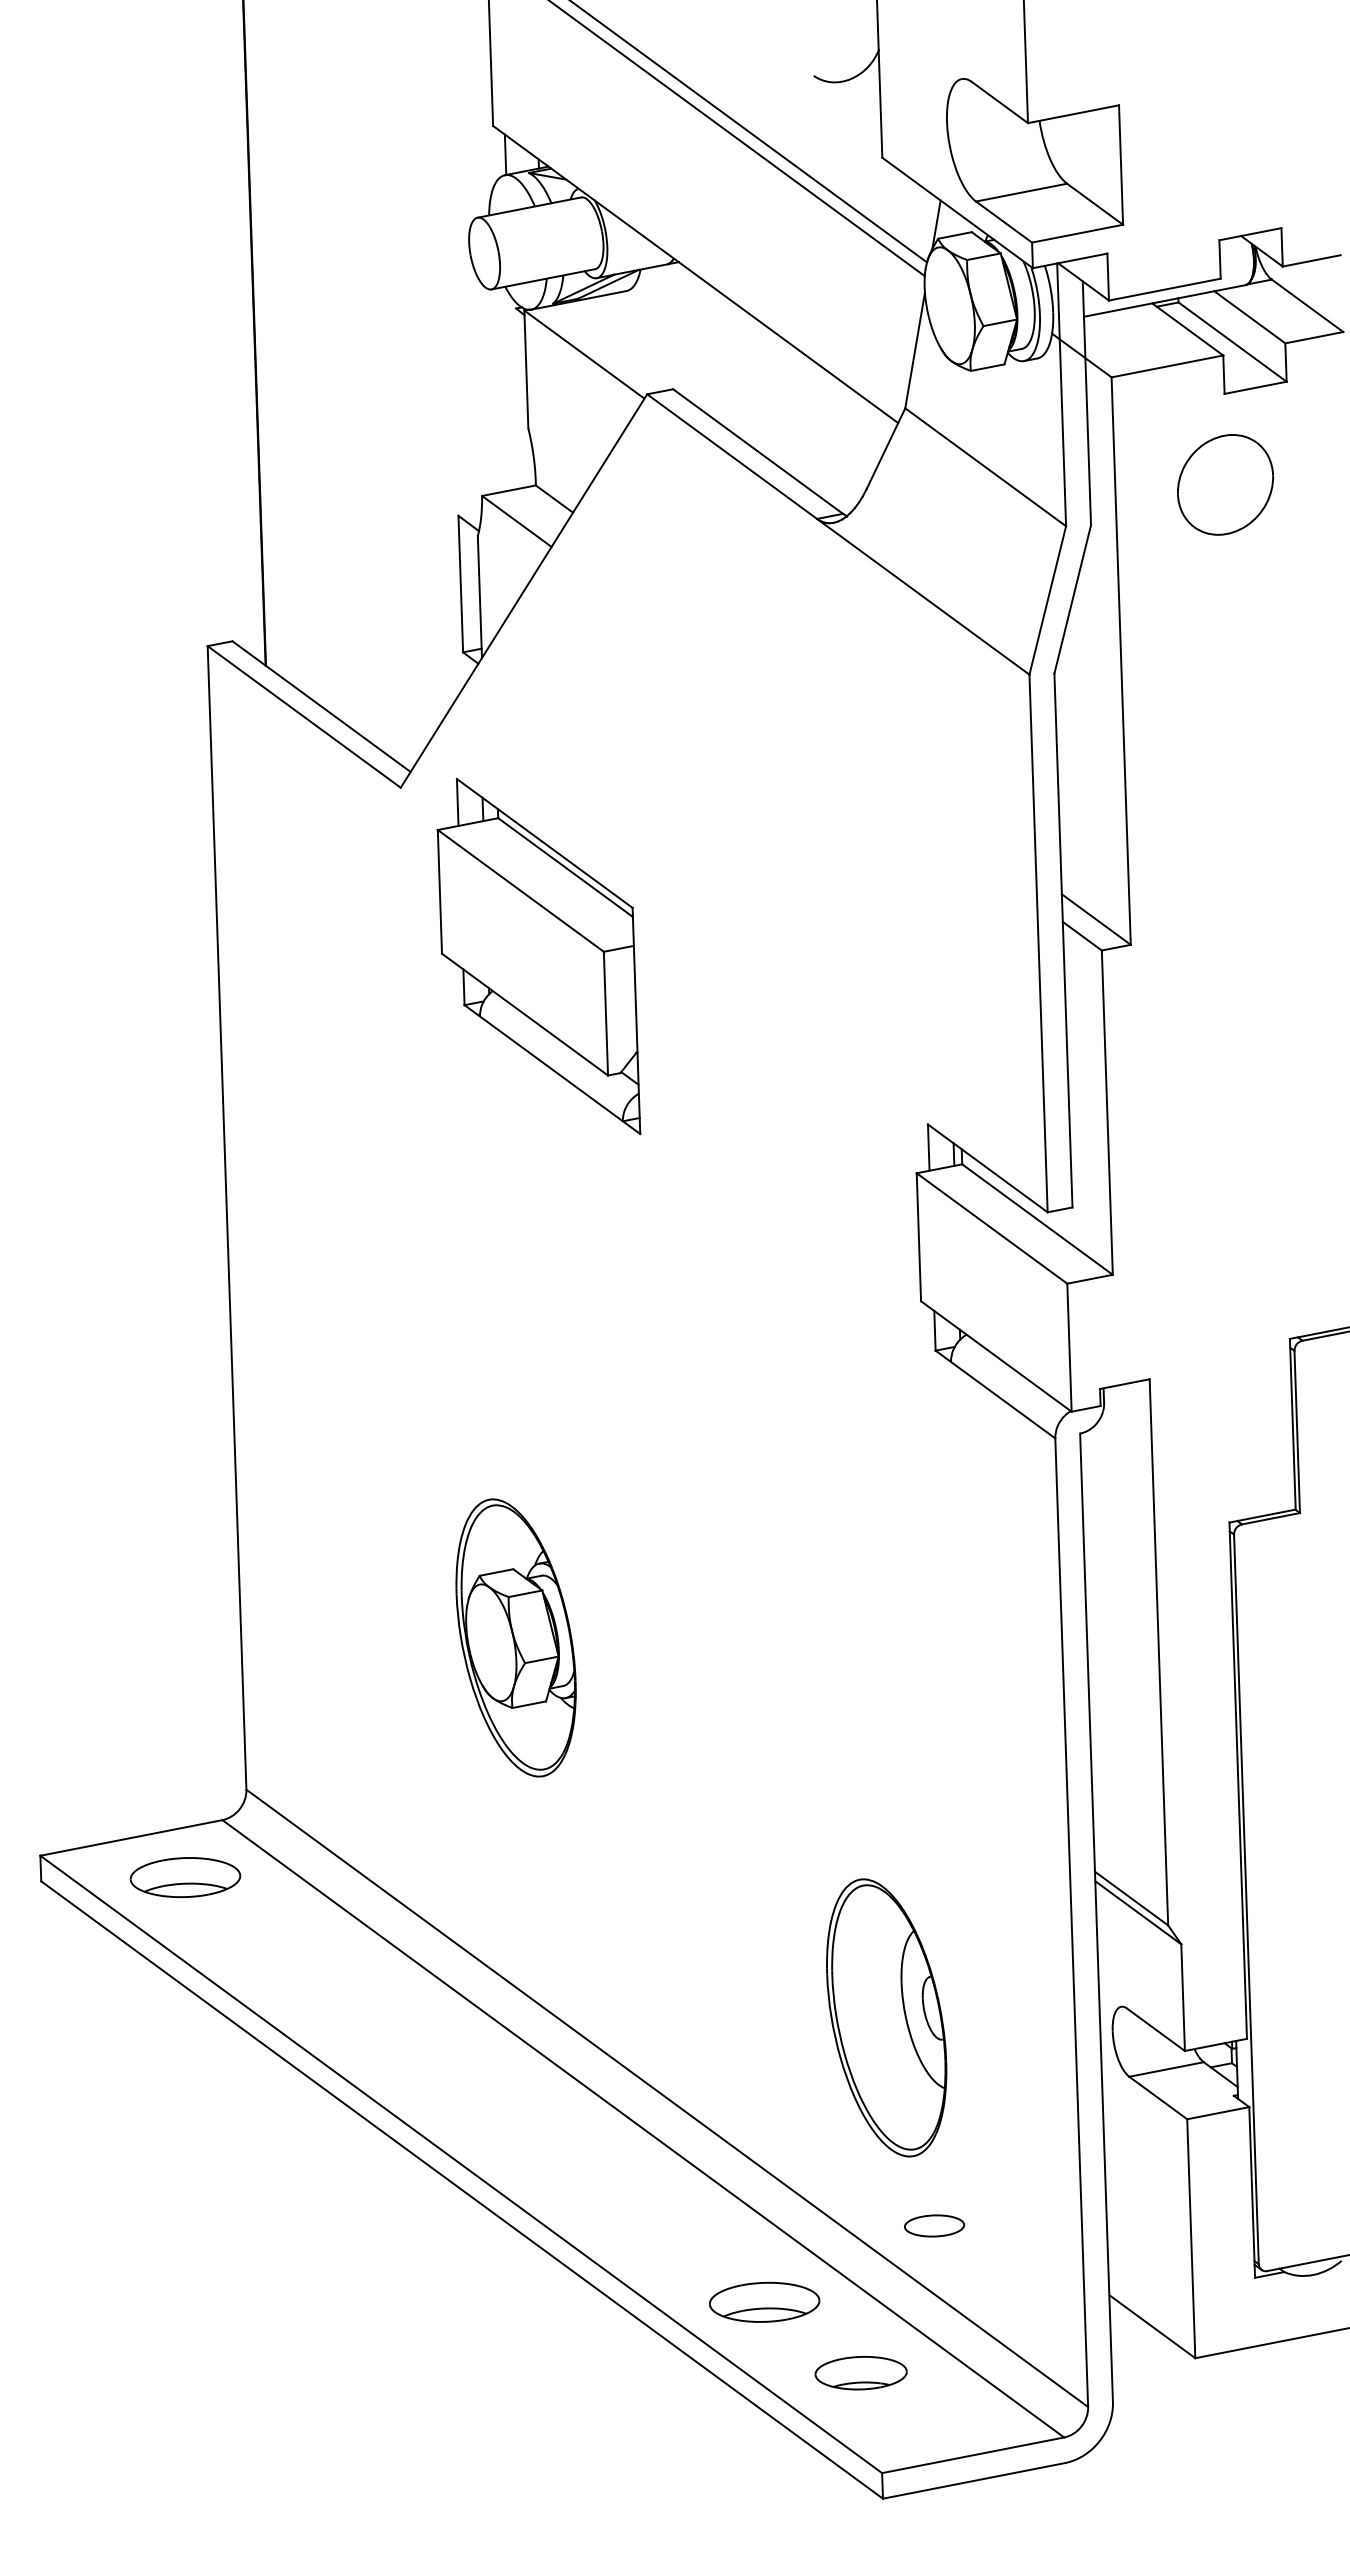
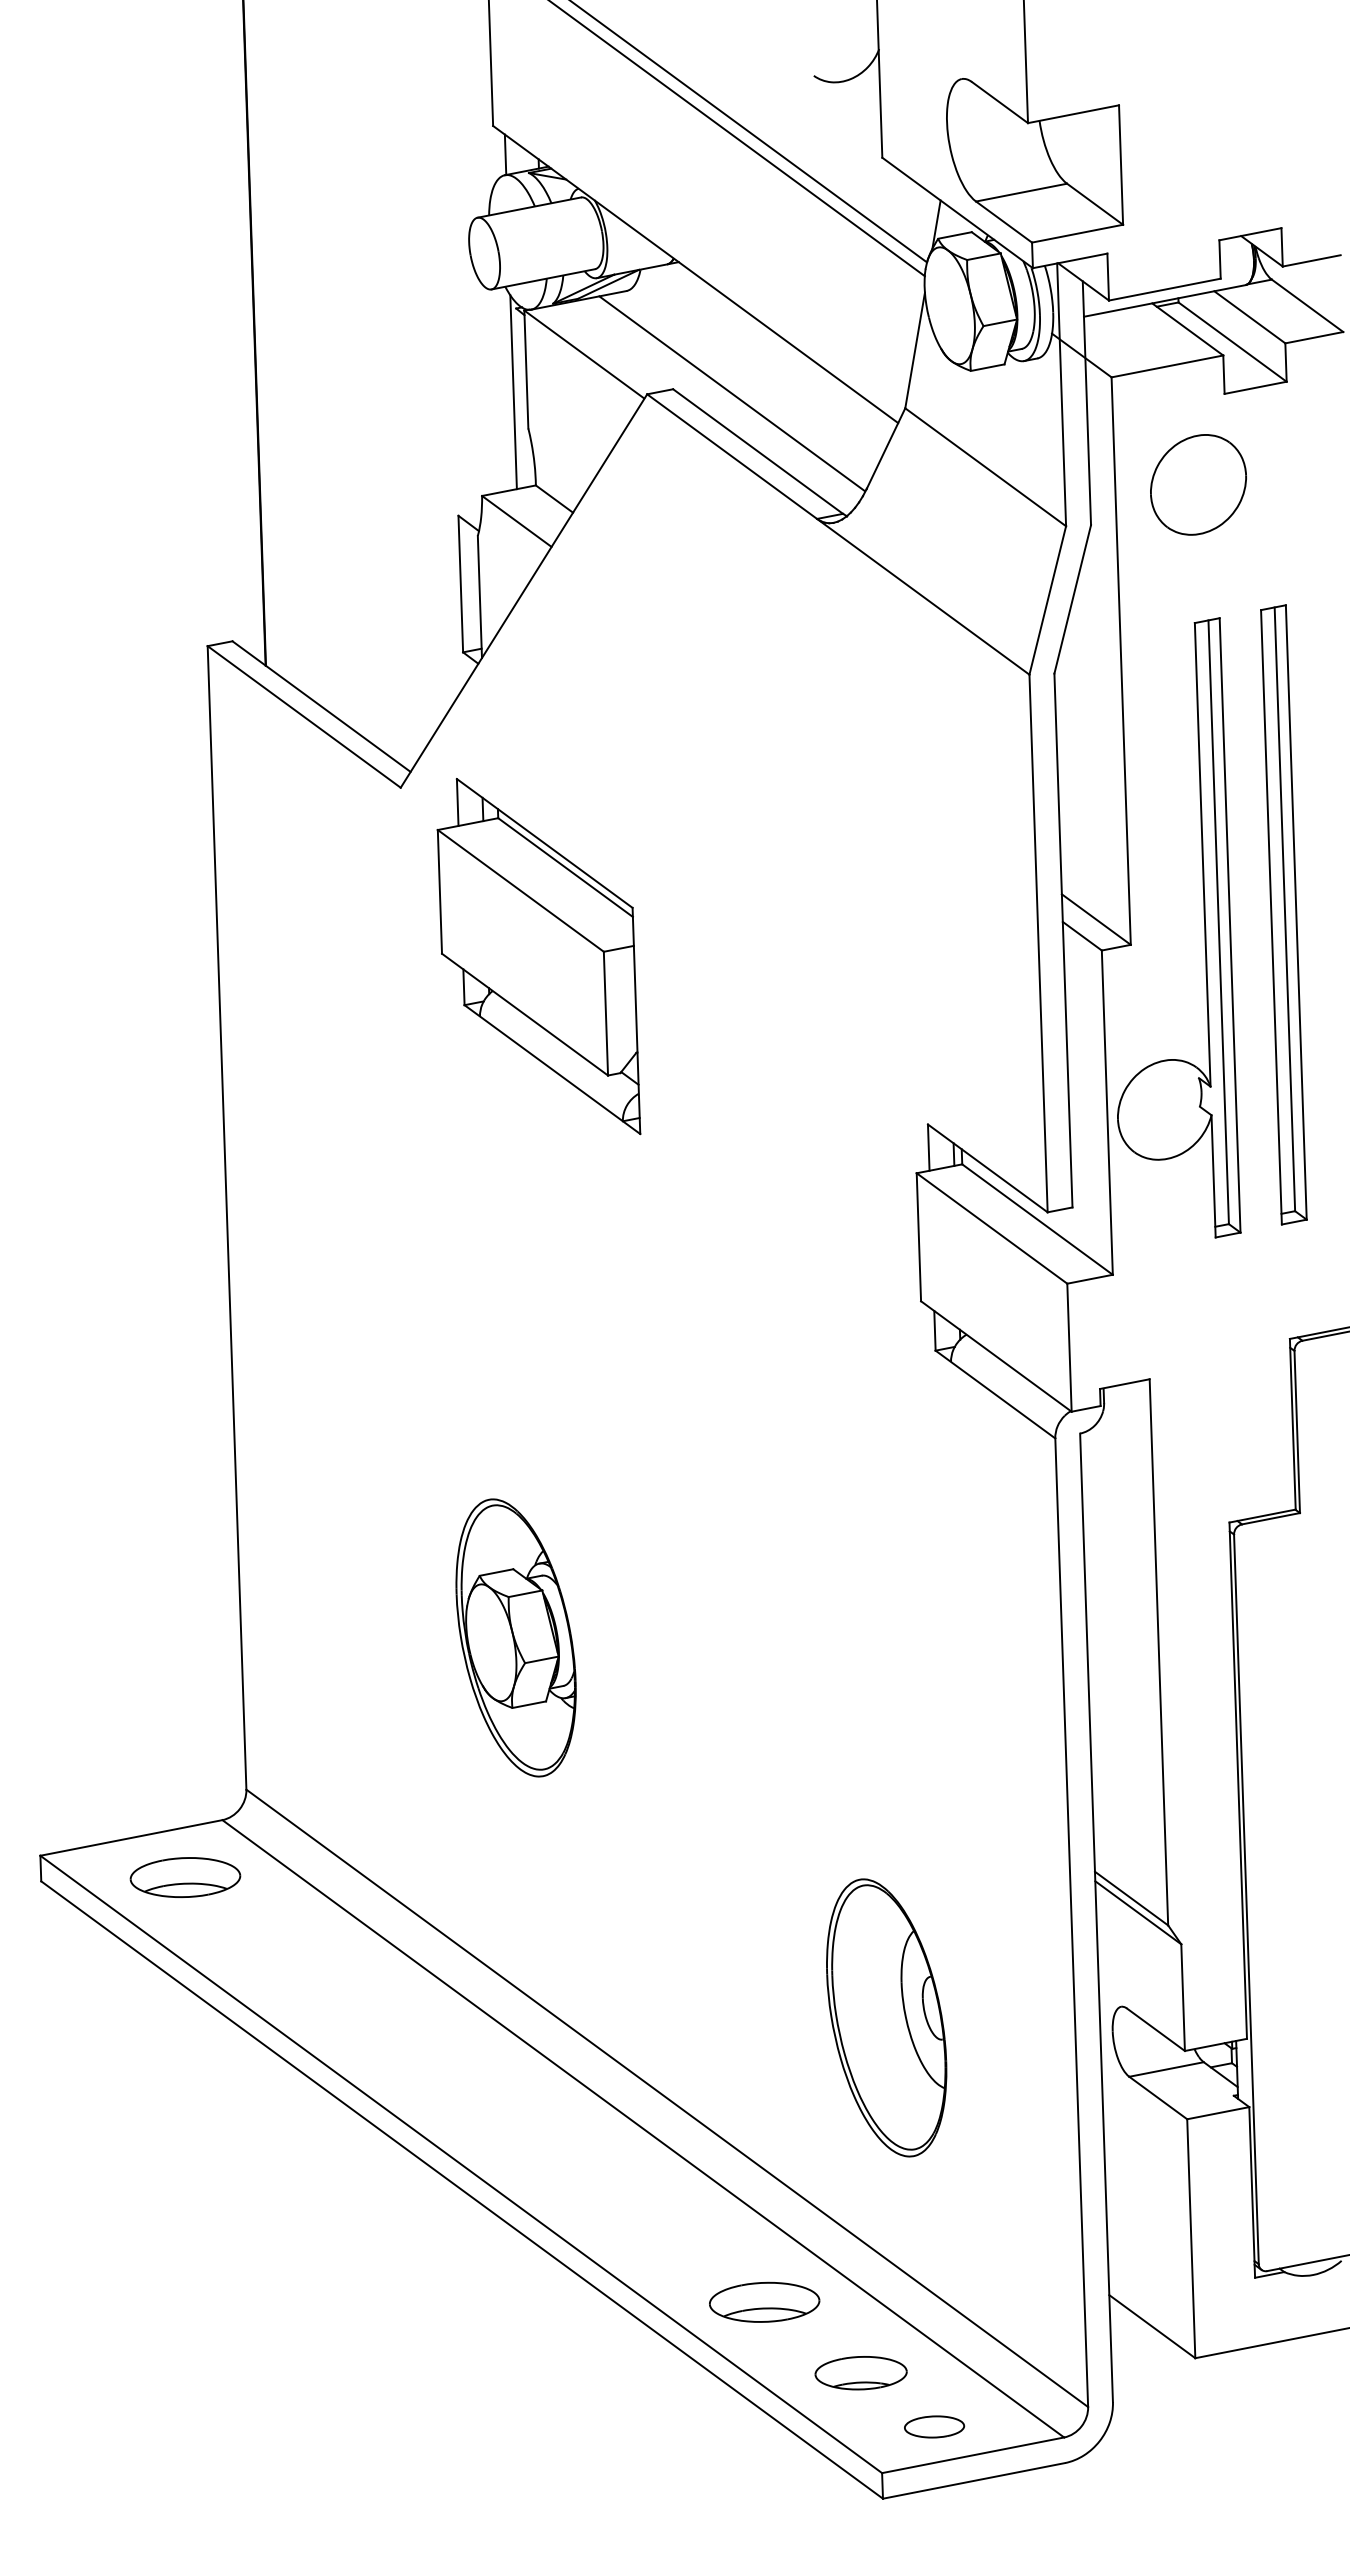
line at (513, 392): none -> present
line at (731, 393): none -> present
part at (1225, 484) position: (1225, 484) -> (1198, 484)
part at (1283, 914): none -> present
part at (1204, 927): none -> present
part at (934, 2225) position: (934, 2225) -> (934, 2426)
